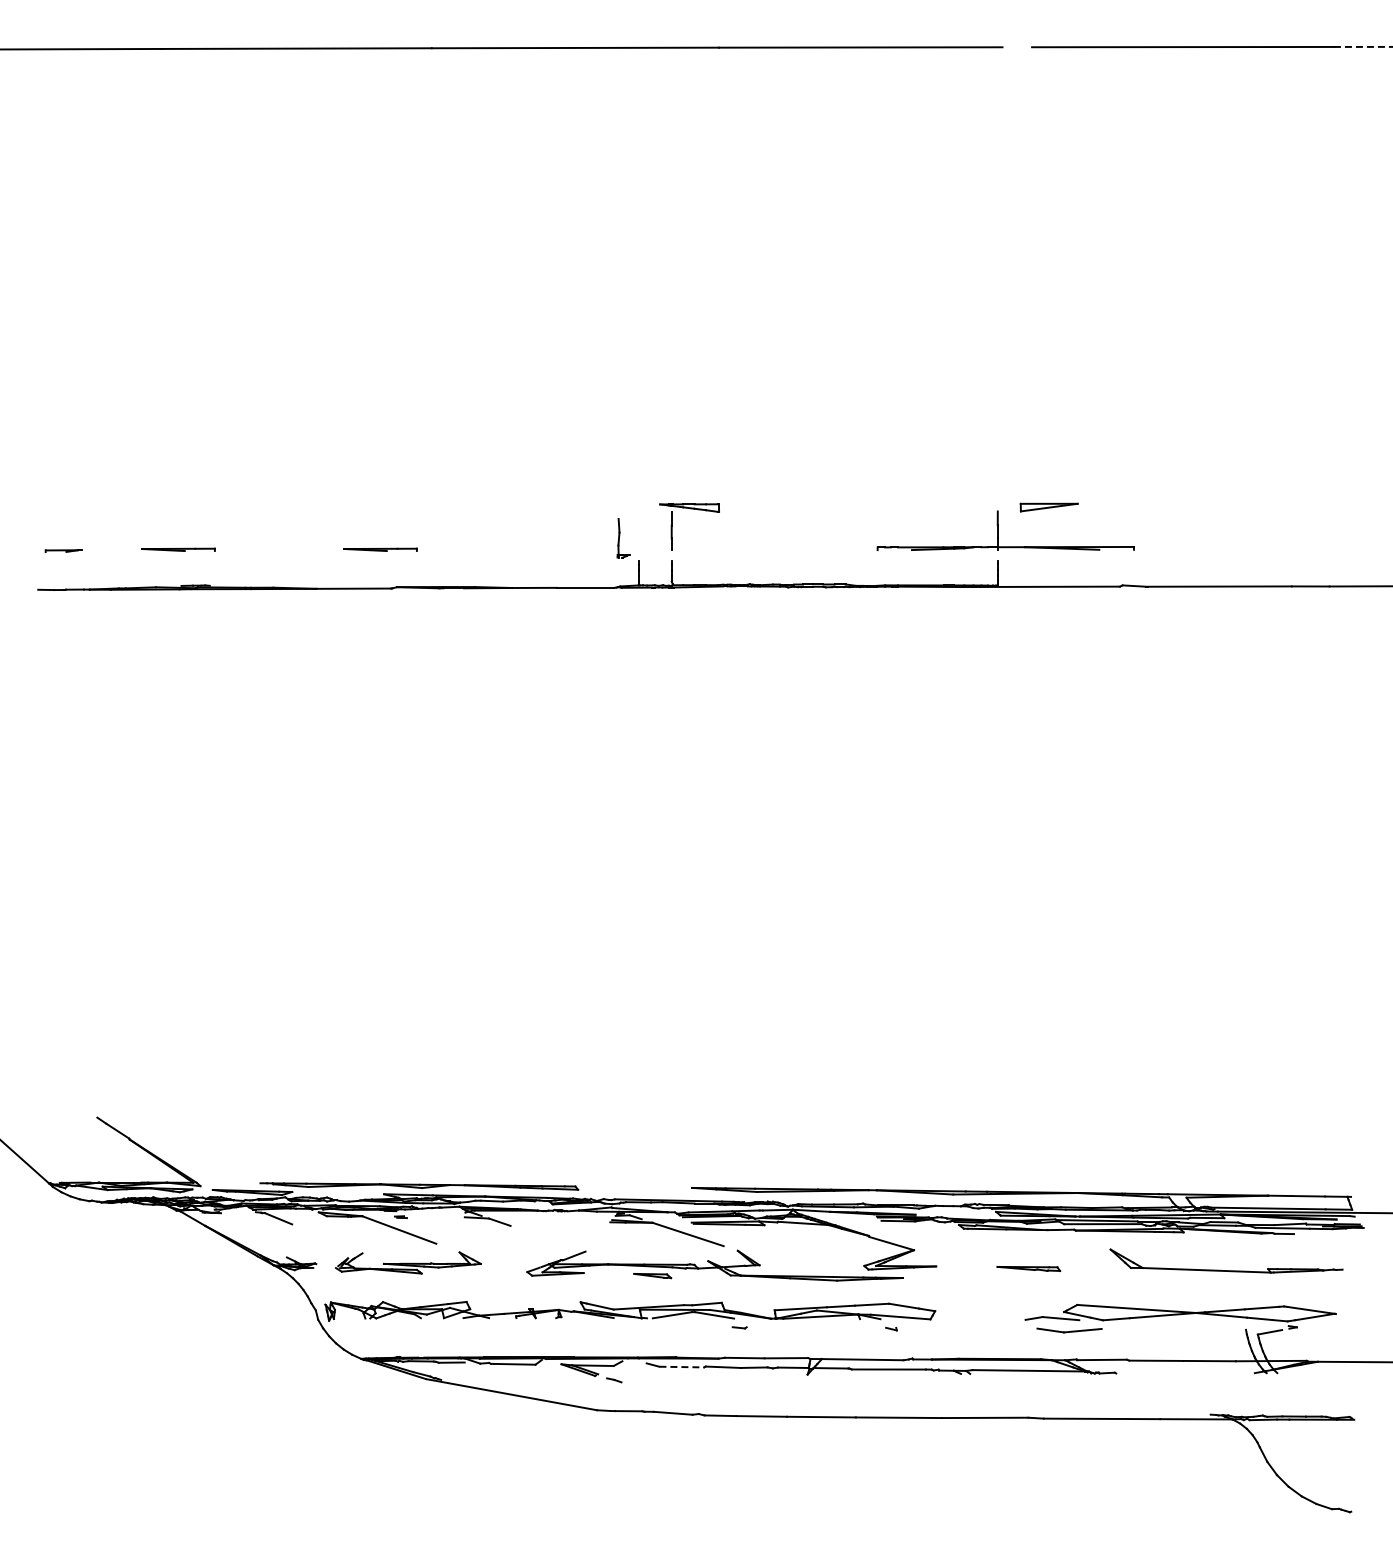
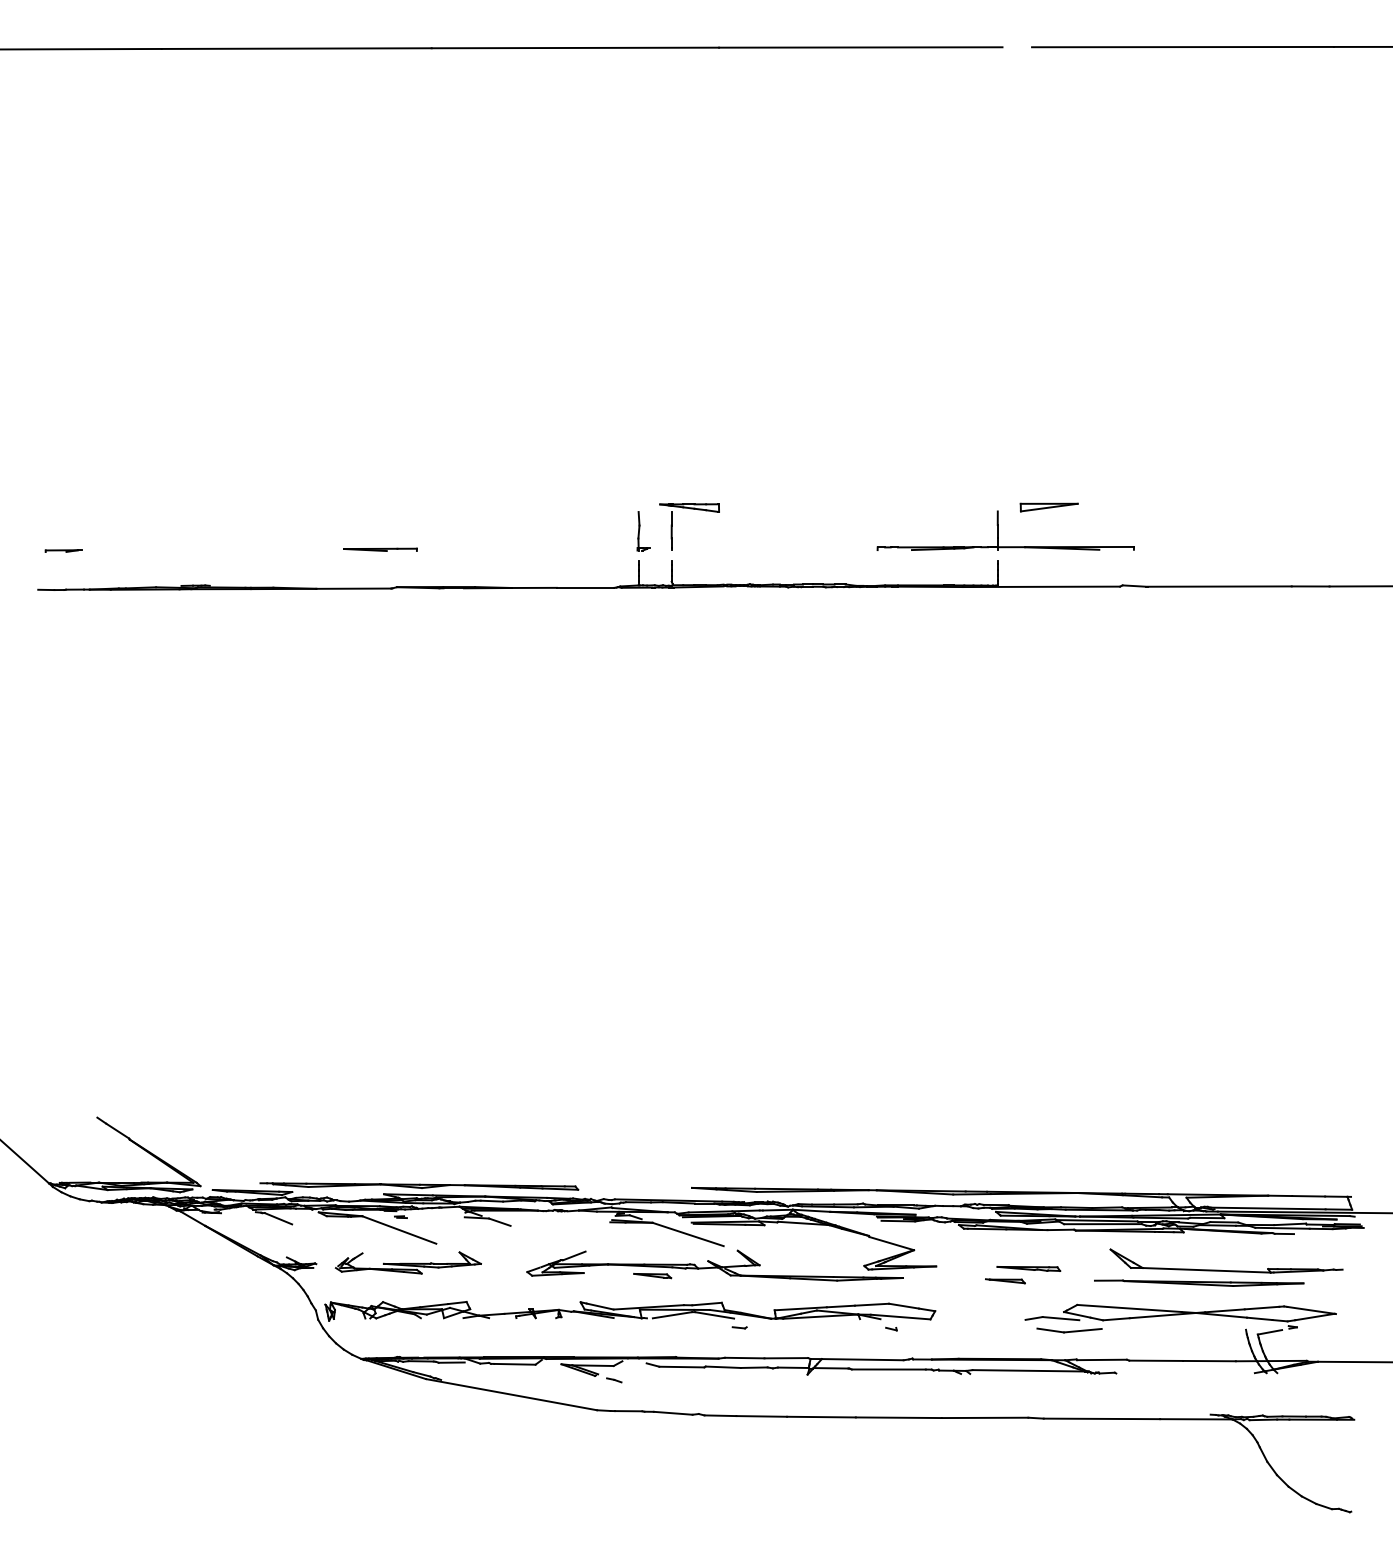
line at (1363, 46): dashed -> solid
part at (623, 538) position: (623, 538) -> (643, 531)
part at (178, 549): present -> none
part at (1005, 1281): none -> present
part at (1199, 1282): none -> present
line at (682, 1367): dashed -> solid
